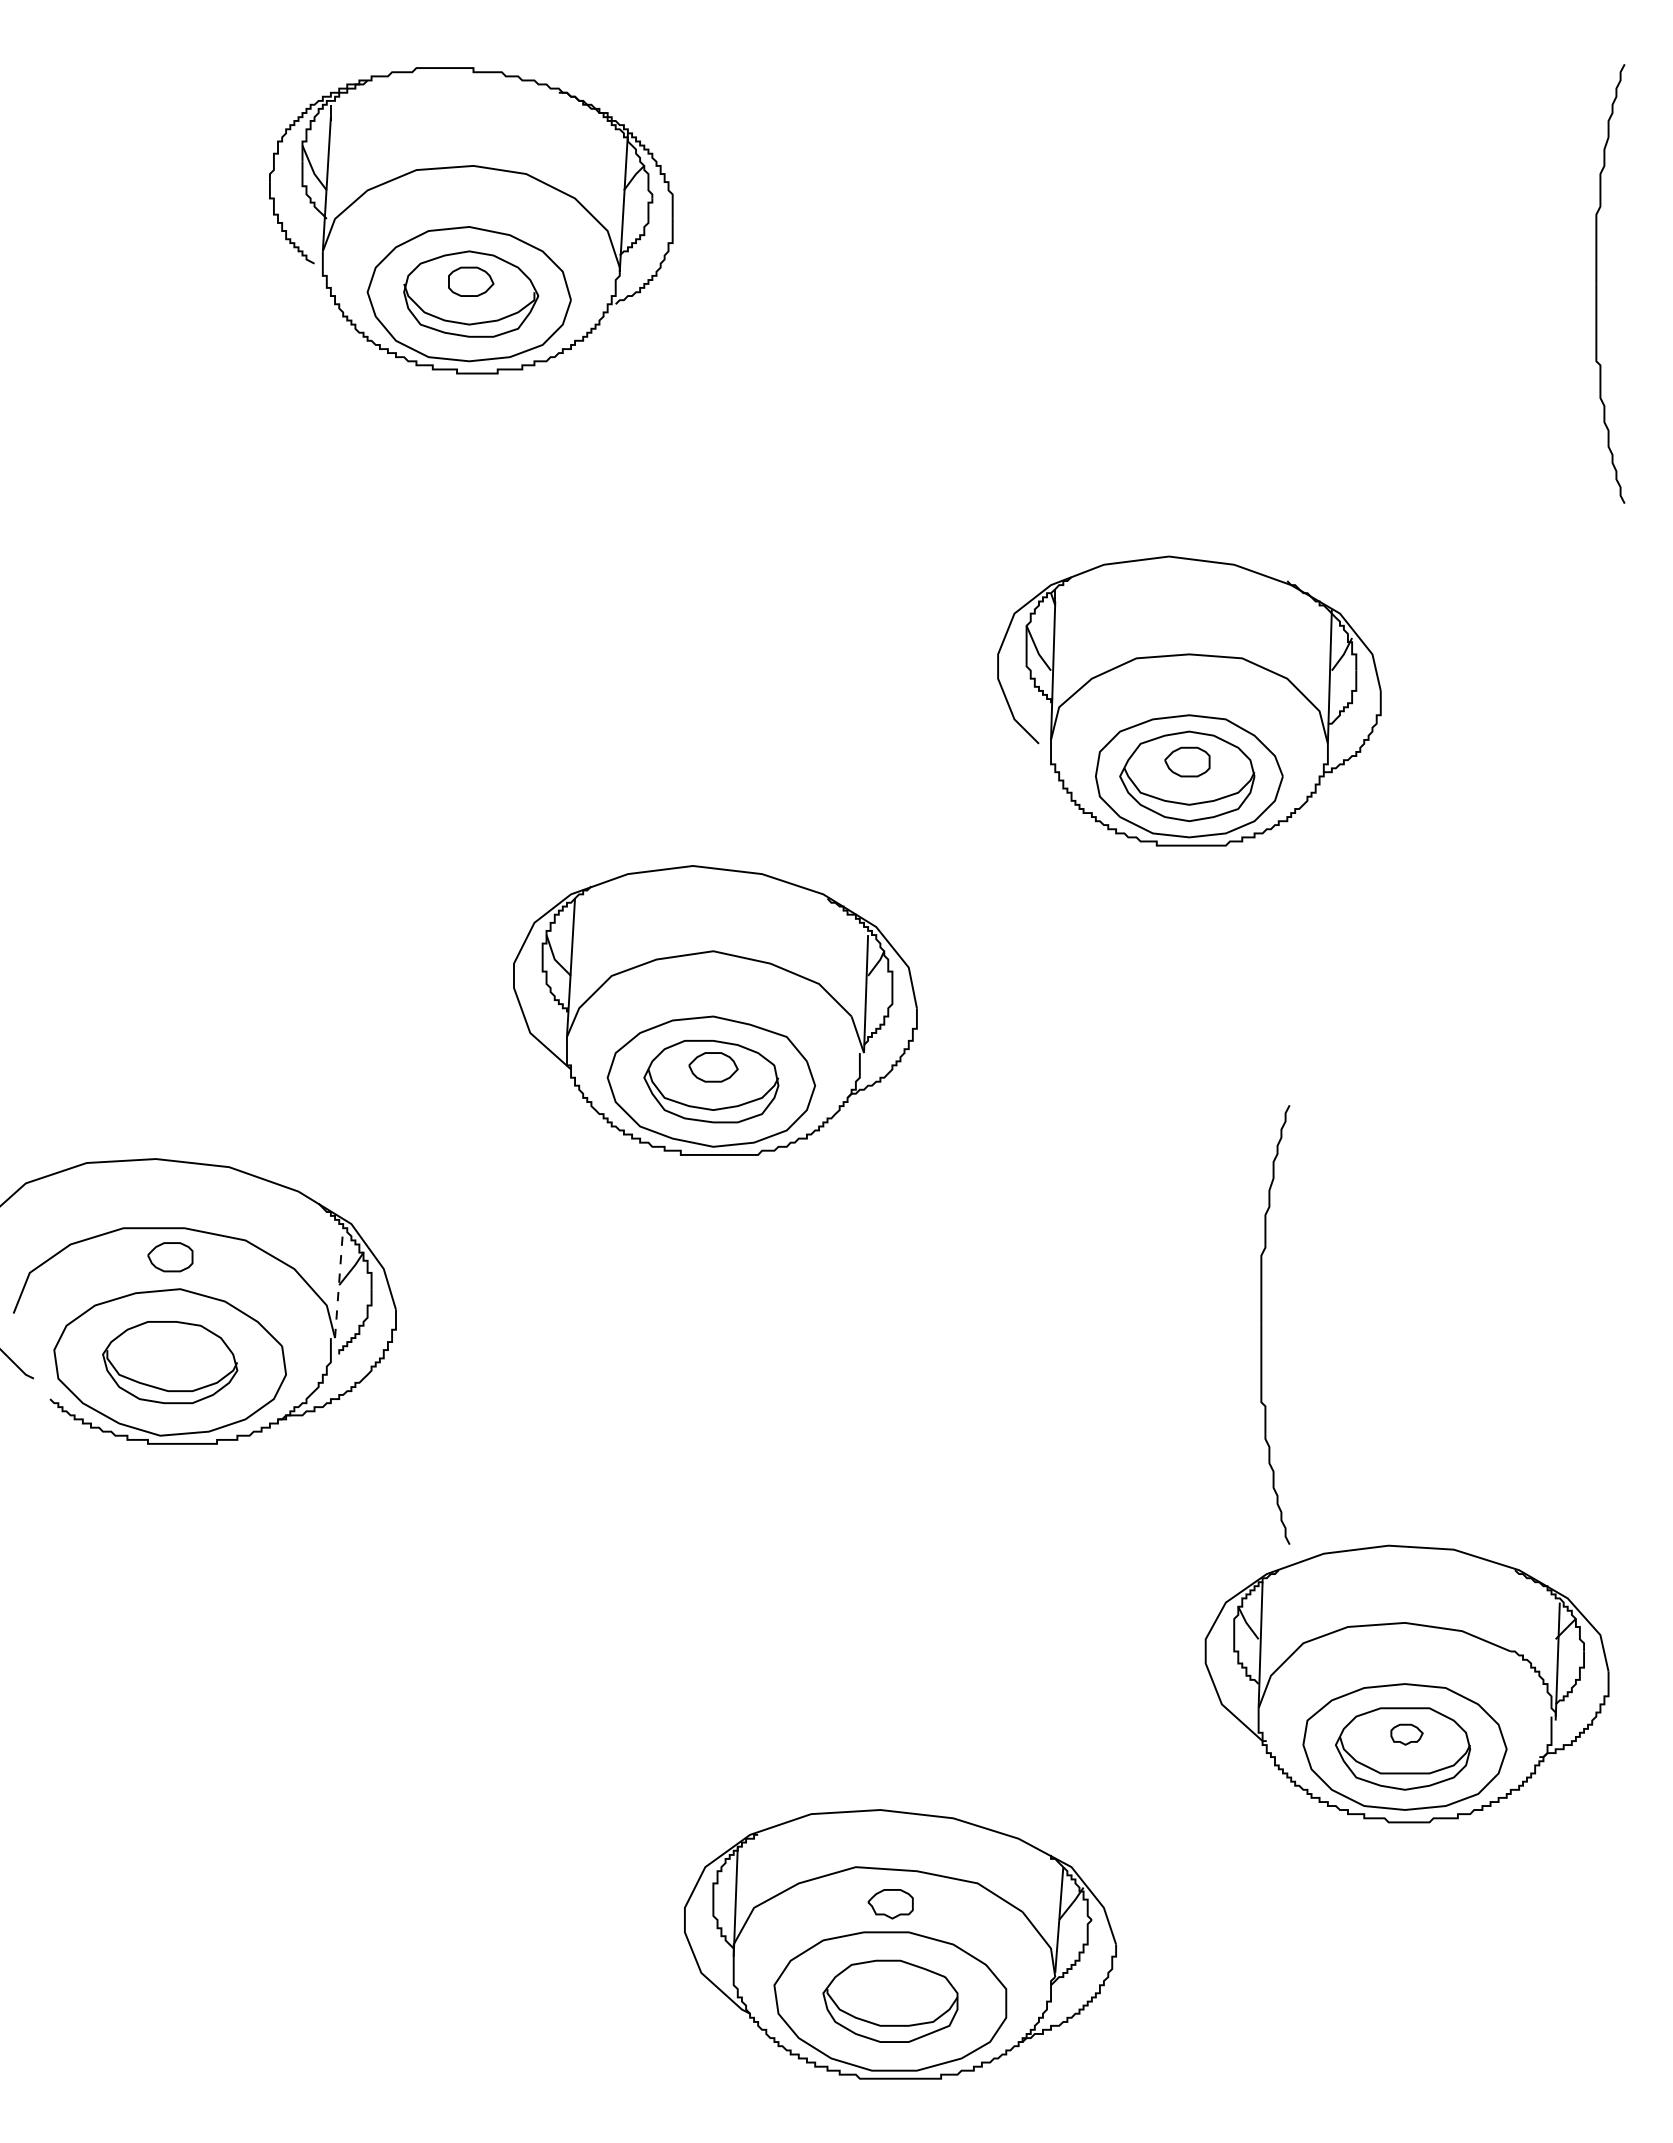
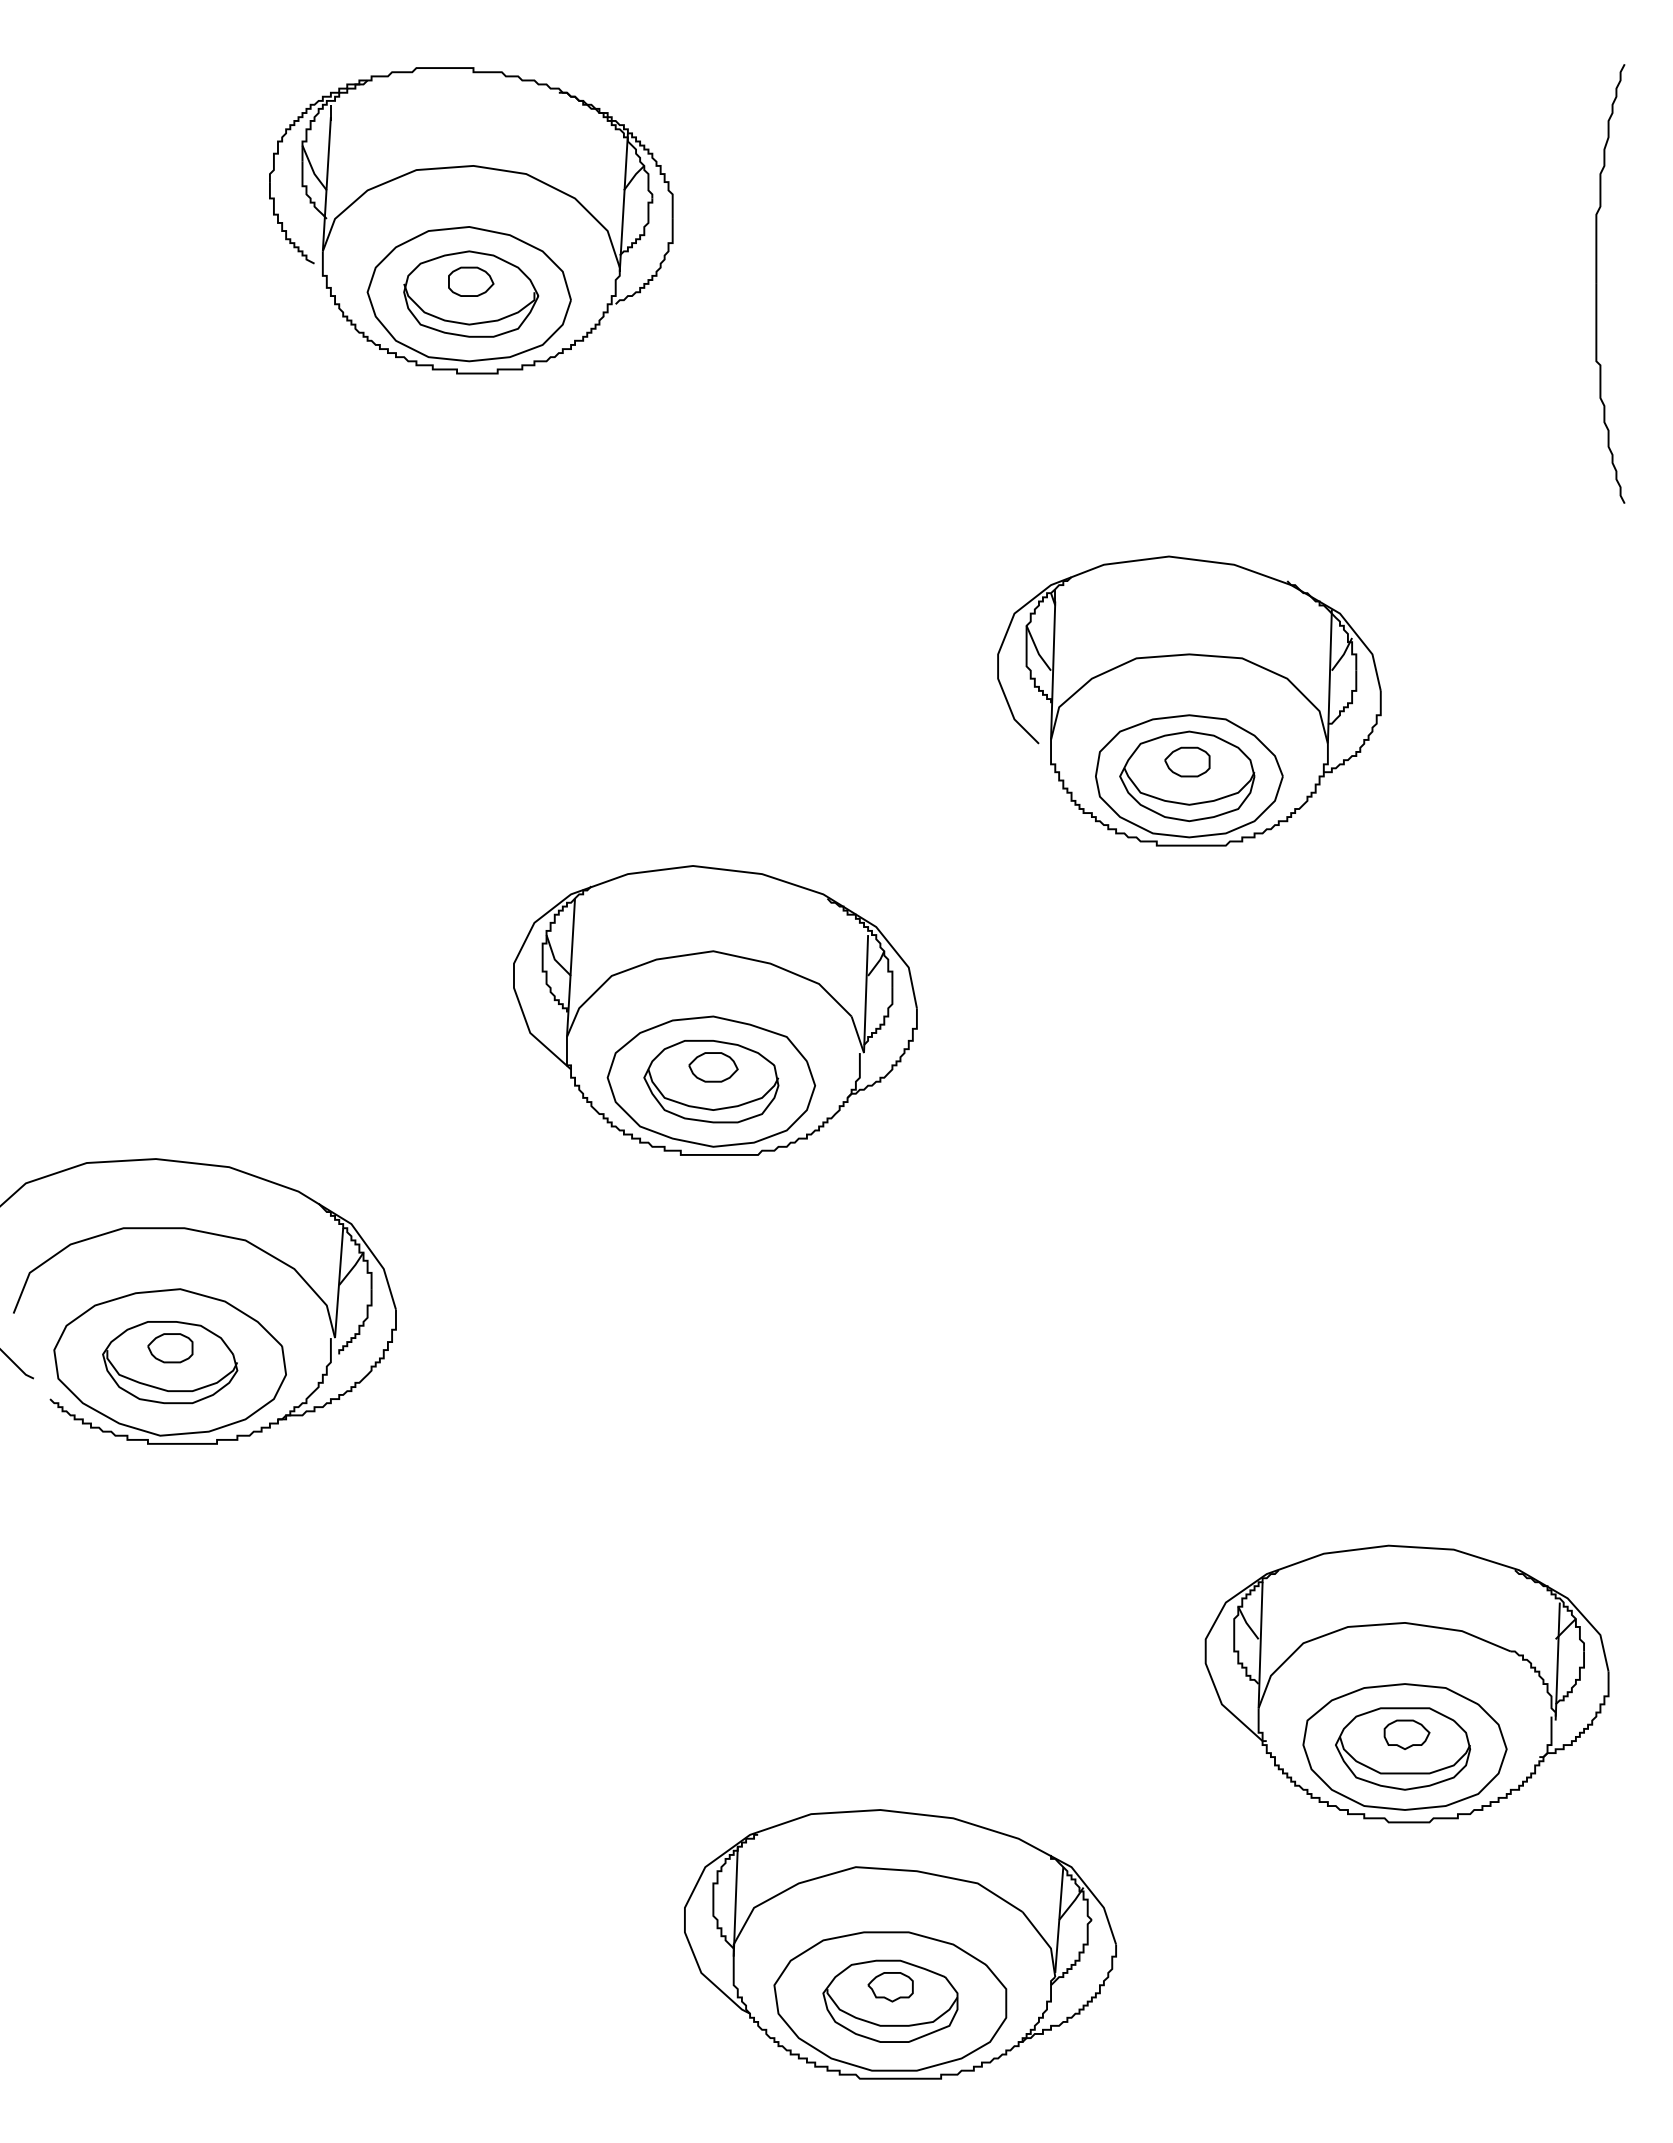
part at (170, 1257) position: (170, 1257) -> (170, 1348)
line at (339, 1282): dashed -> solid
part at (1262, 1324): present -> none
part at (1406, 1734) size: 34x23 px -> 48x31 px
part at (890, 1904) position: (890, 1904) -> (890, 1987)
